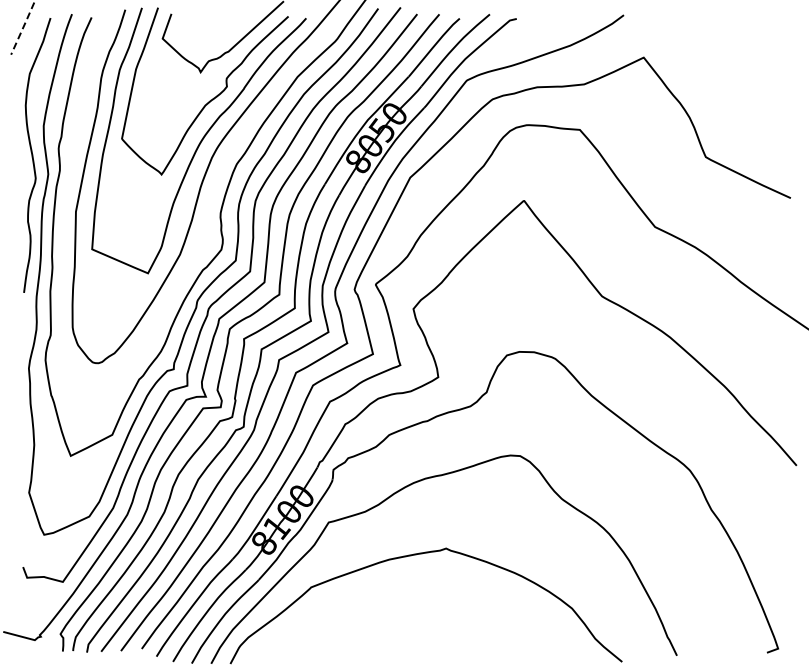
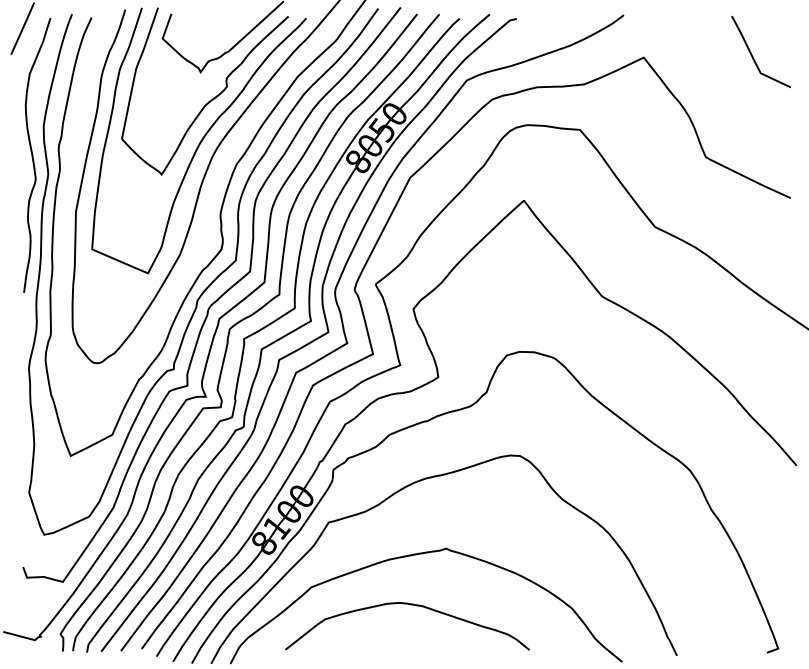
line at (22, 28): dashed -> solid
curve at (753, 56): none -> present
curve at (410, 605): none -> present
